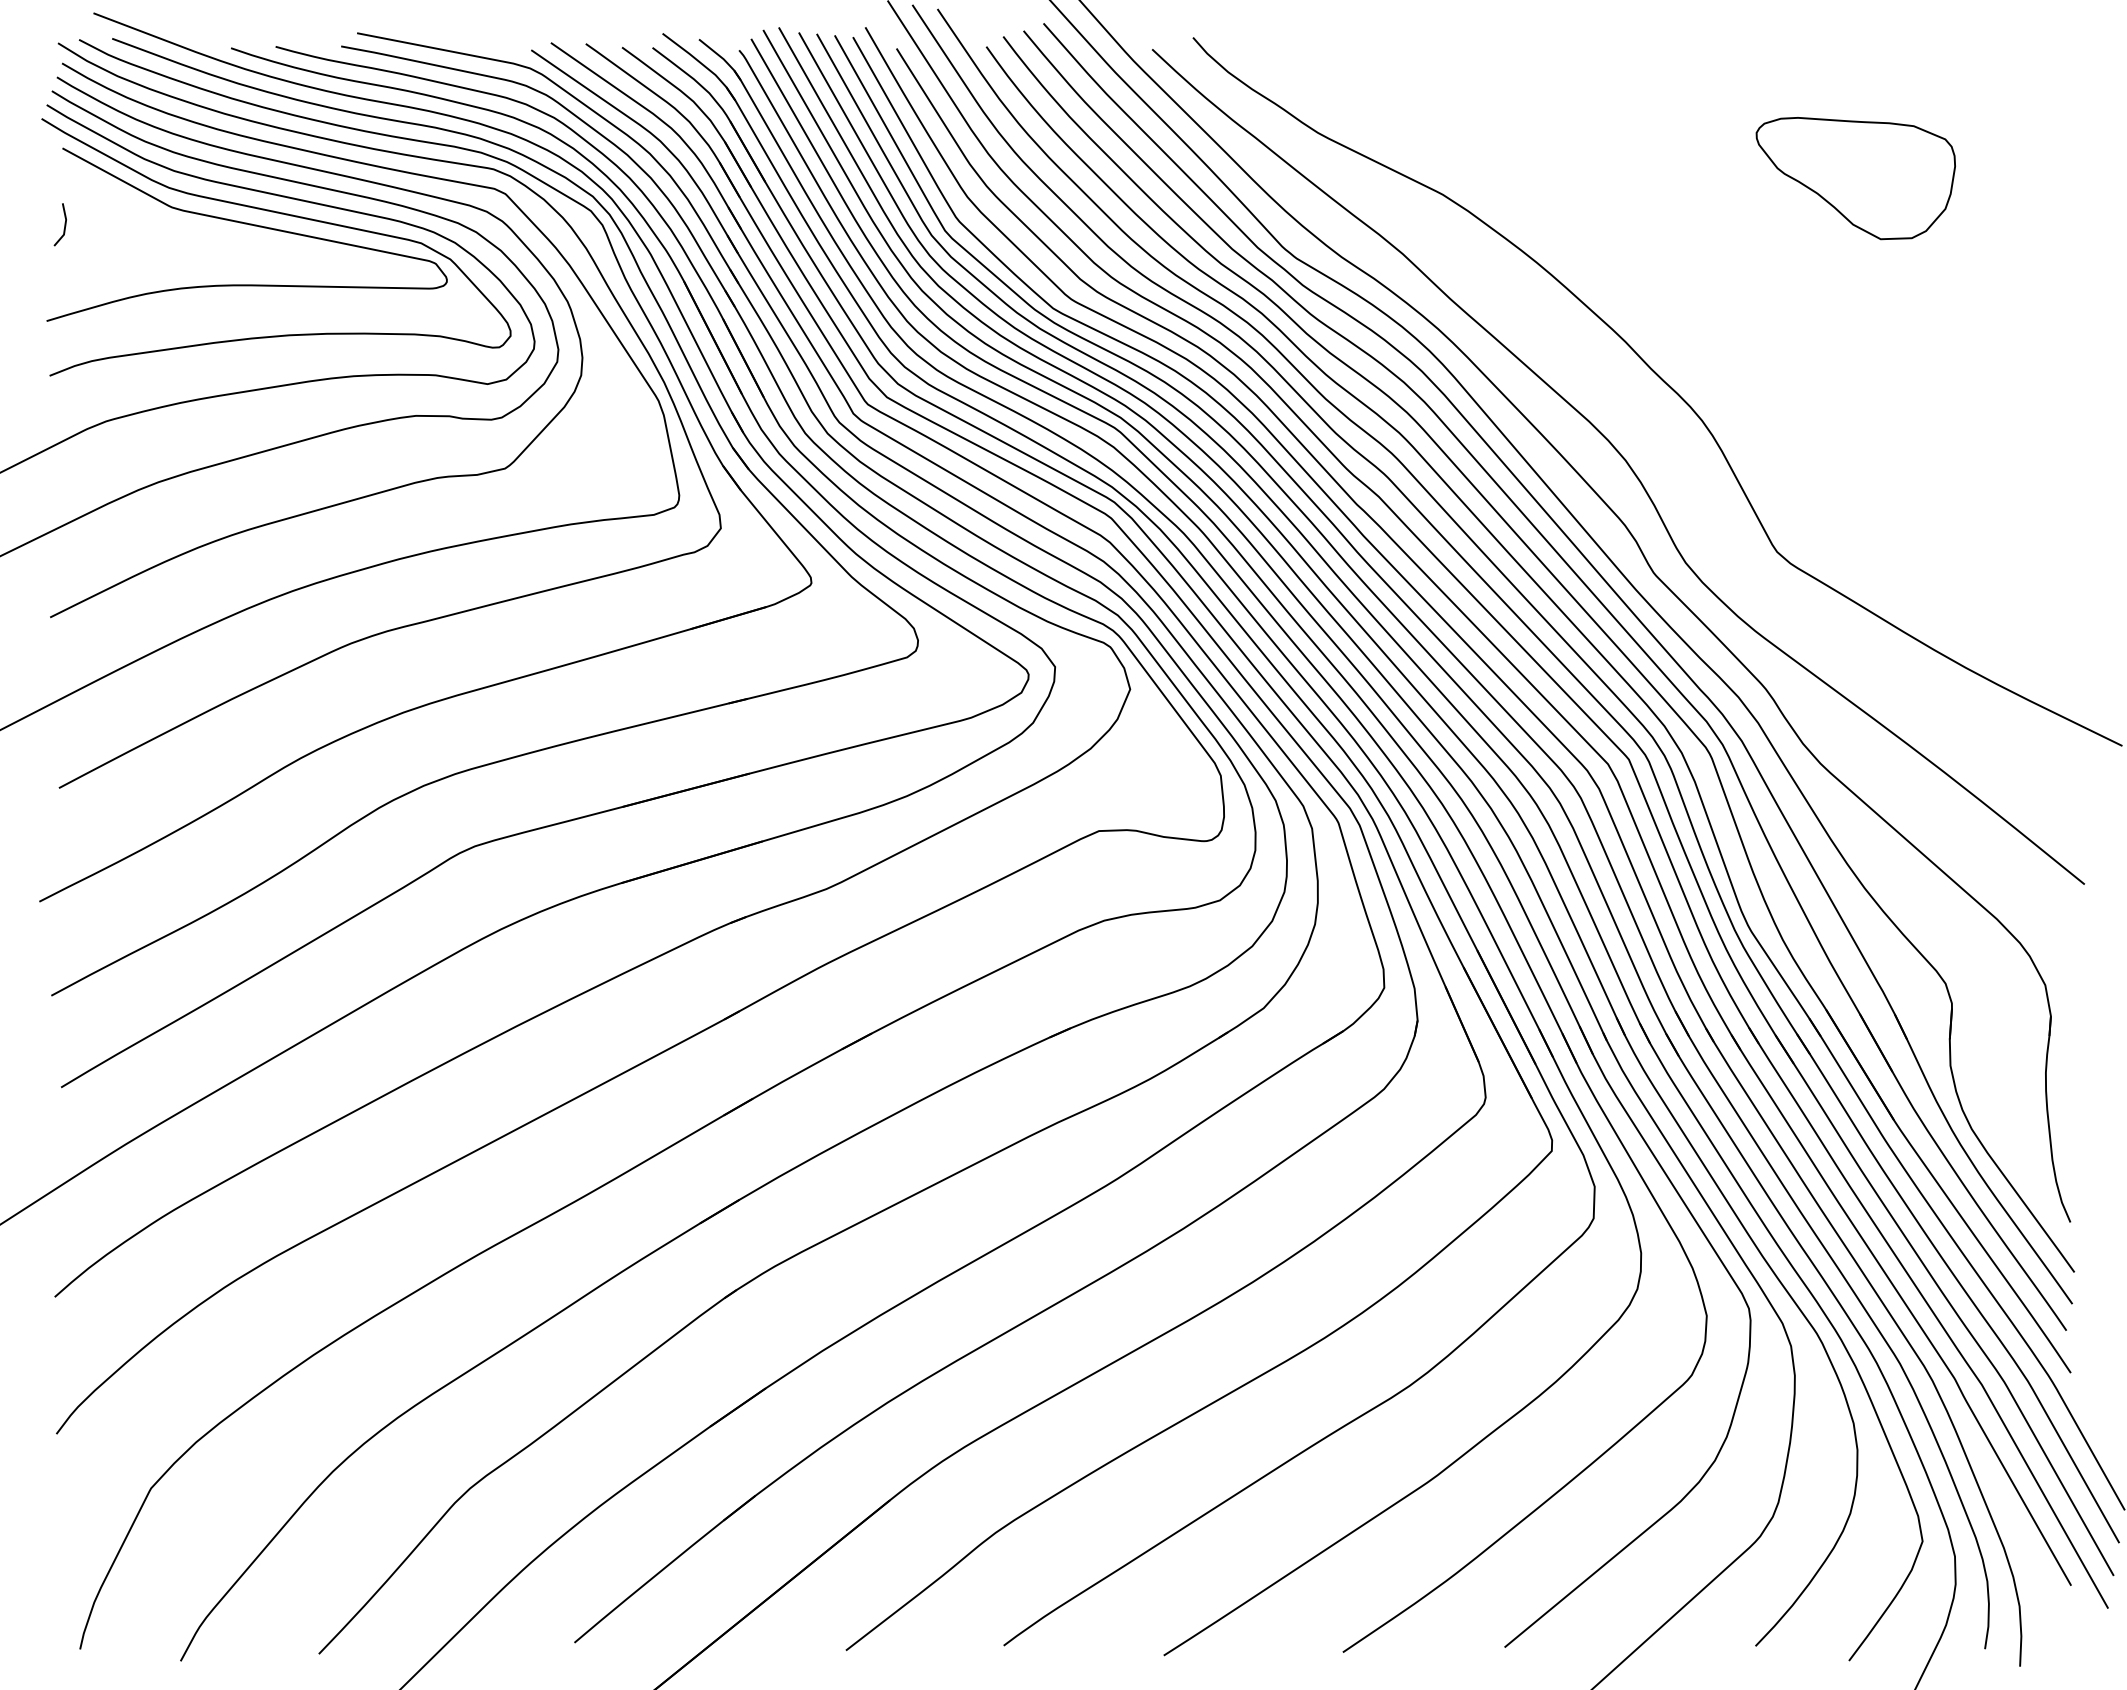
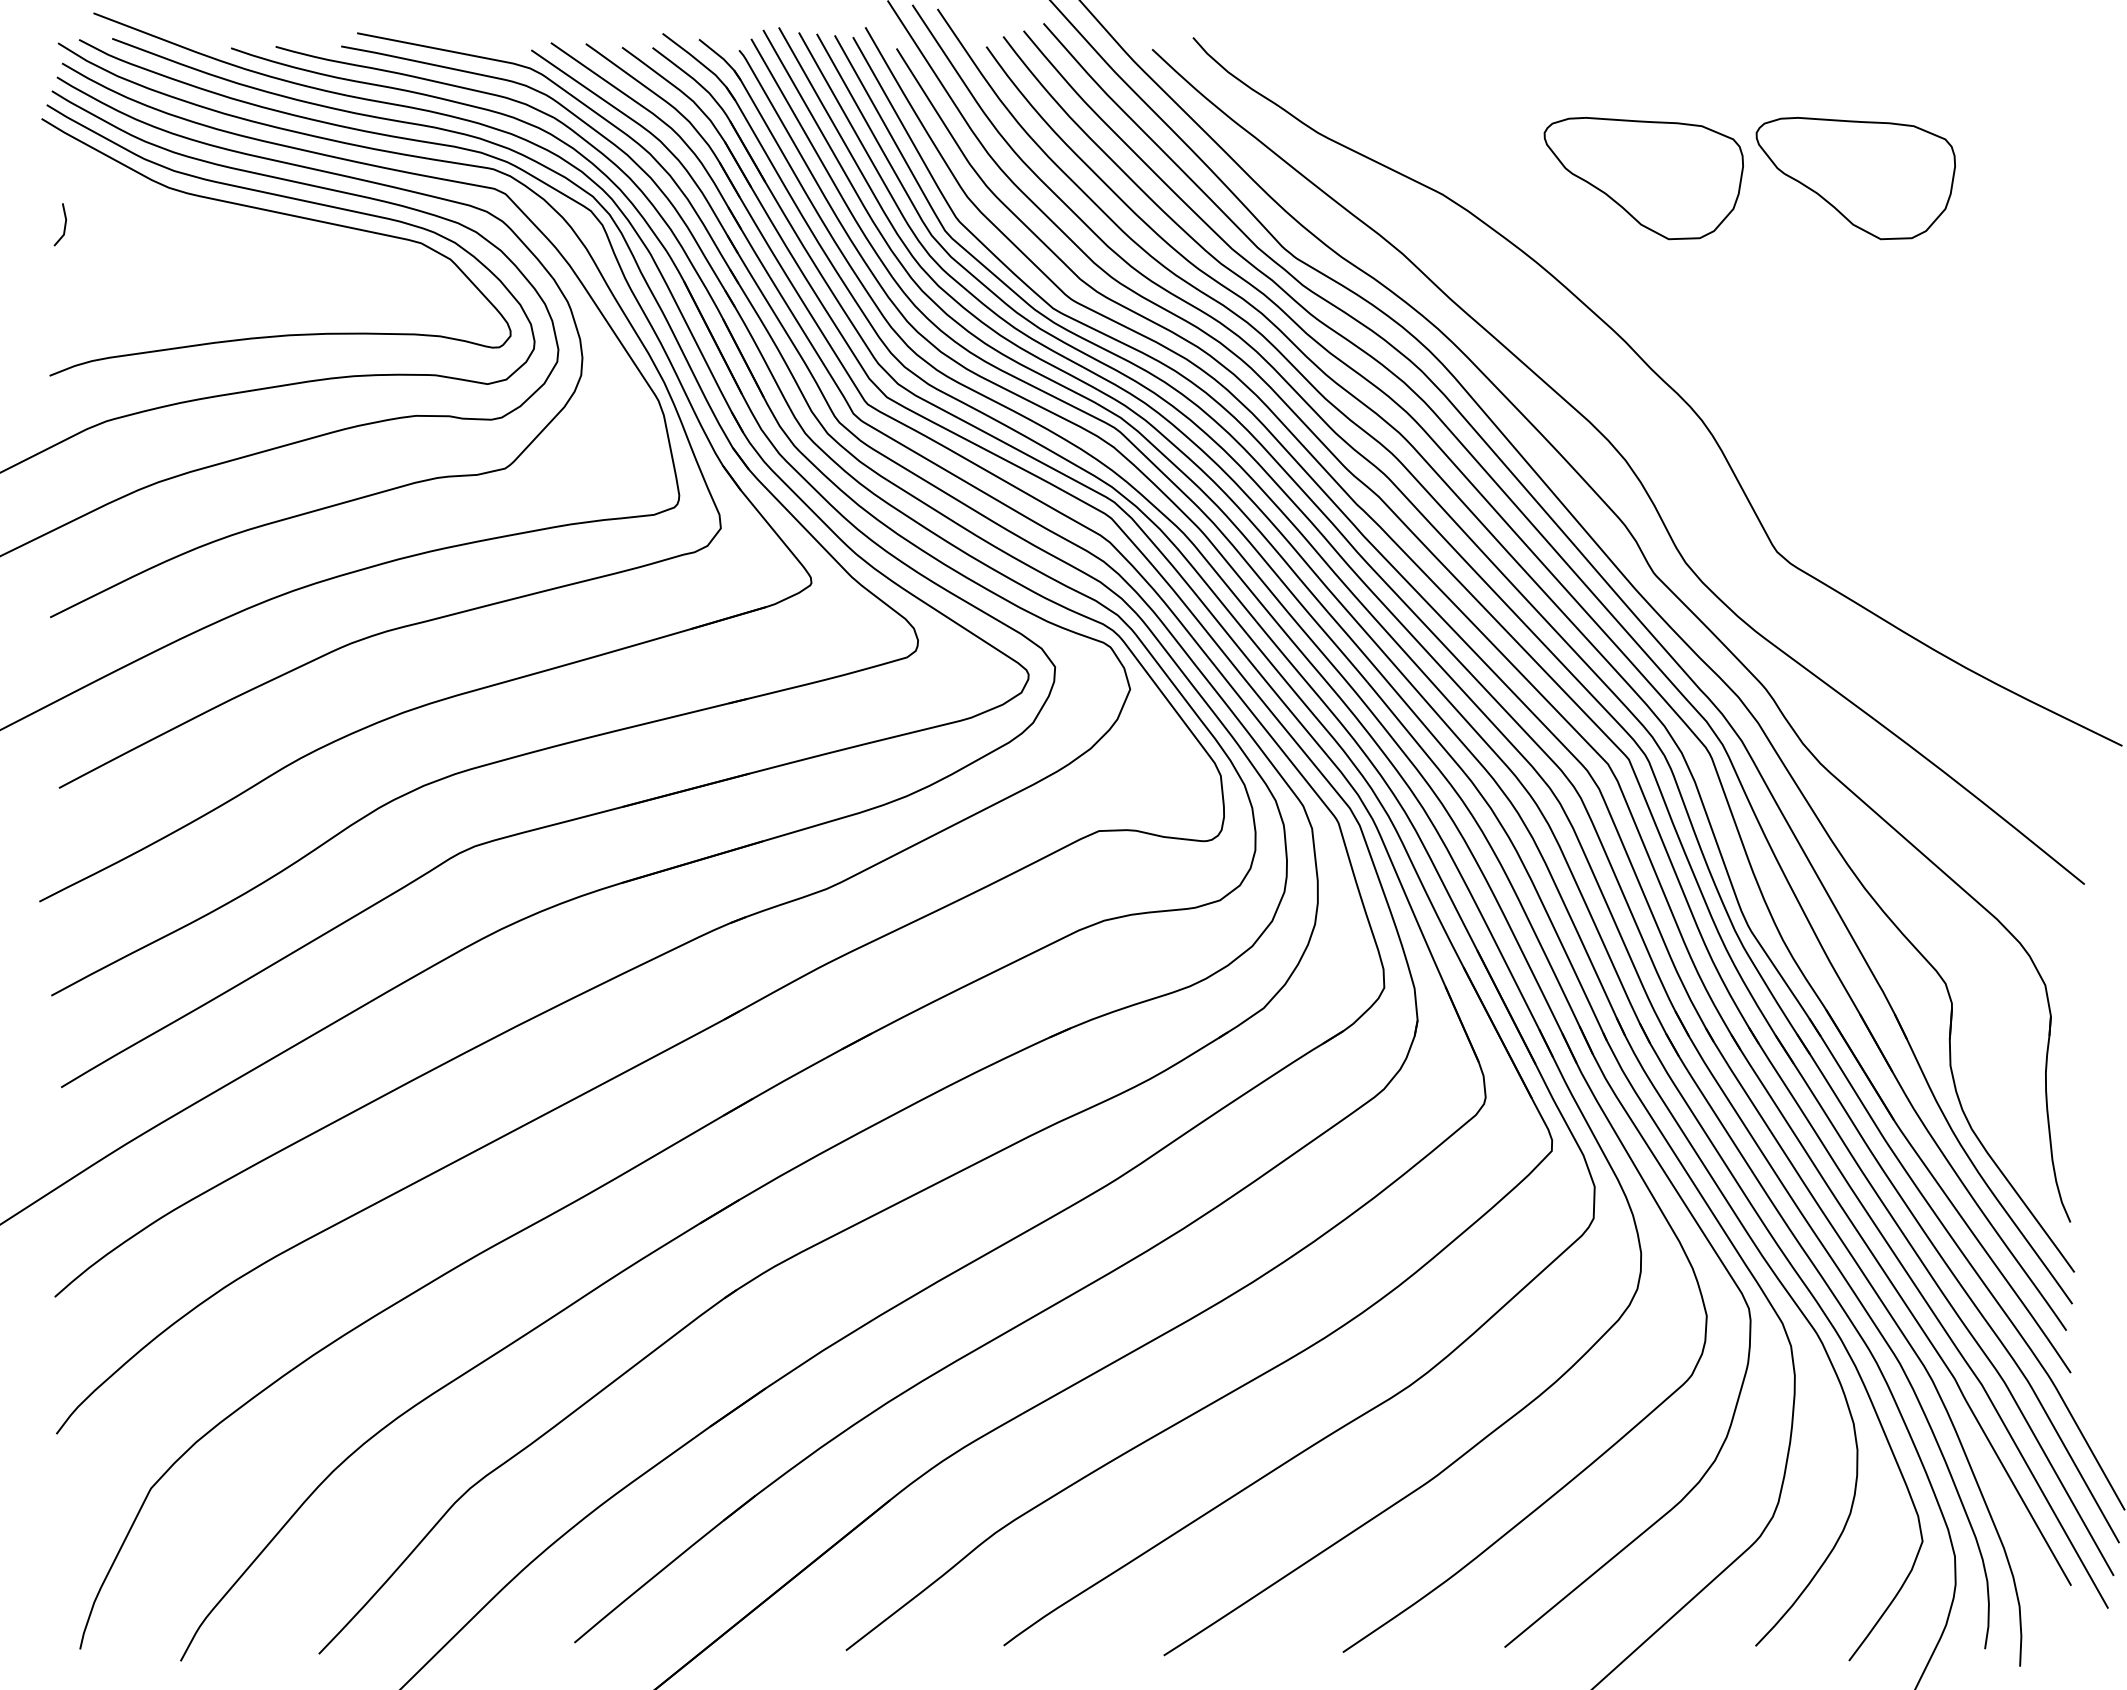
part at (1643, 178): none -> present
curve at (249, 225): present -> none
